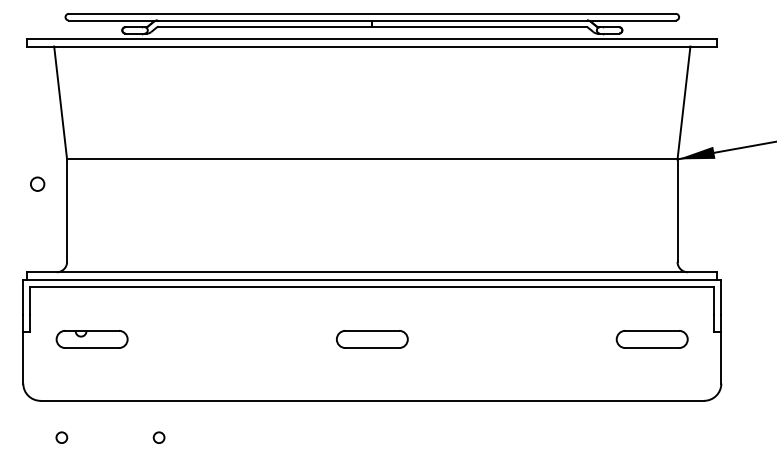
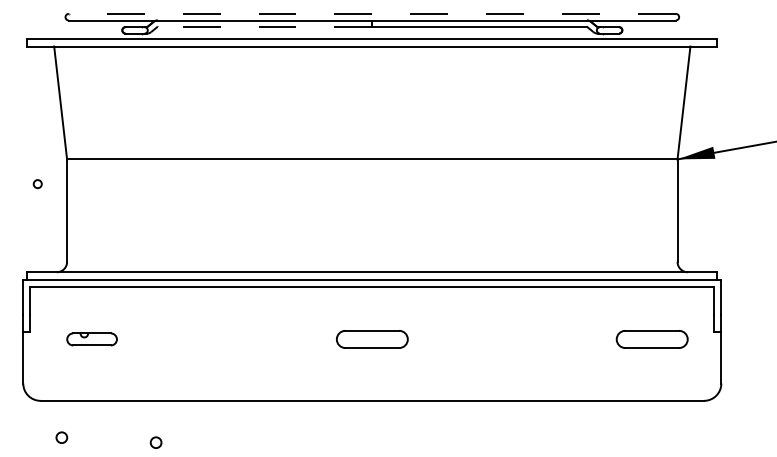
line at (371, 13): solid -> dashed
line at (264, 26): solid -> dashed
circle at (37, 183) size: 16x16 px -> 11x11 px
part at (91, 339) size: 74x19 px -> 52x15 px
circle at (158, 437) position: (158, 437) -> (155, 442)
